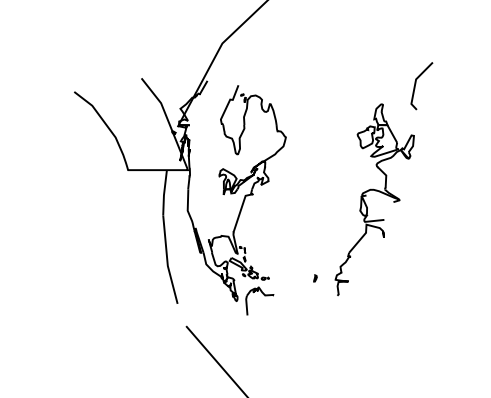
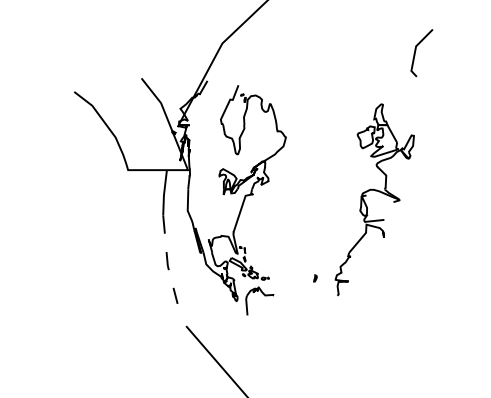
curve at (416, 84) position: (416, 84) -> (416, 51)
line at (167, 261): solid -> dashed
